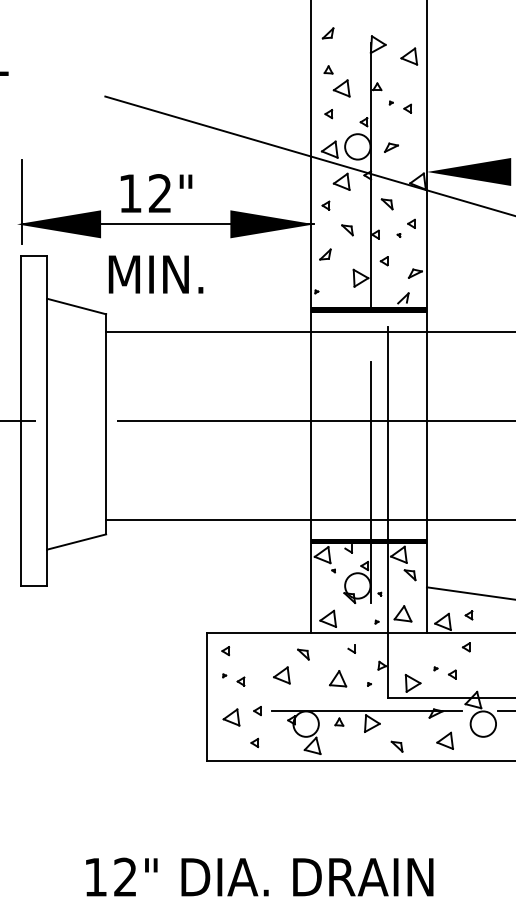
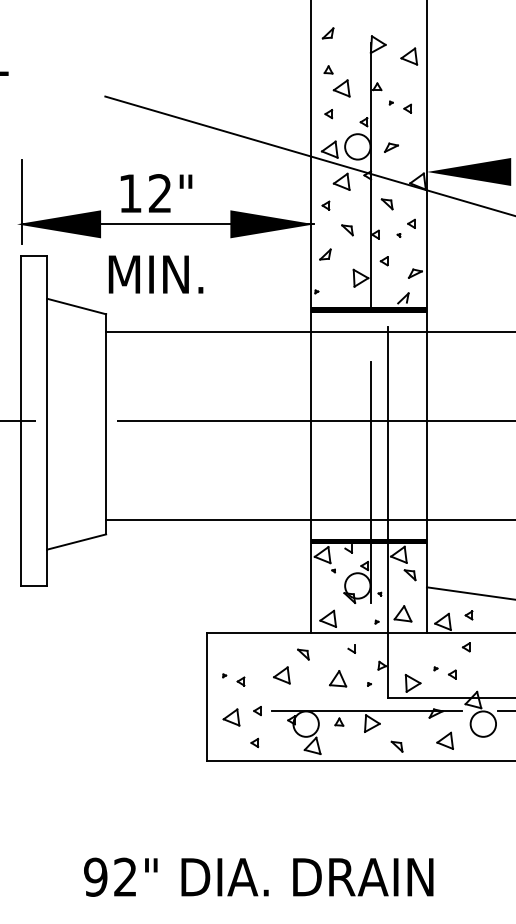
part at (225, 651): present -> none
text at (95, 876): 12" -> 92"
